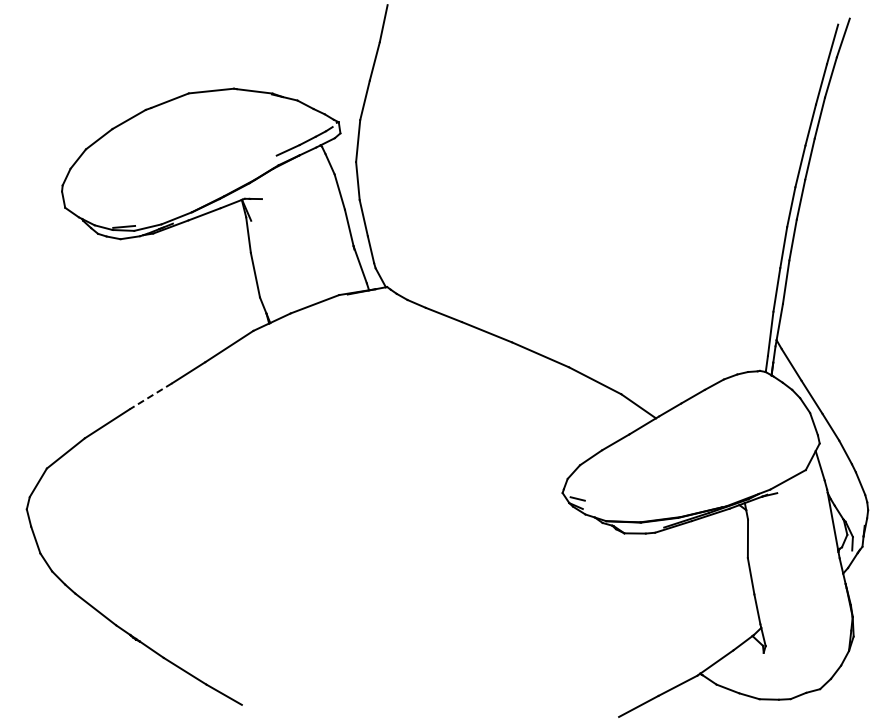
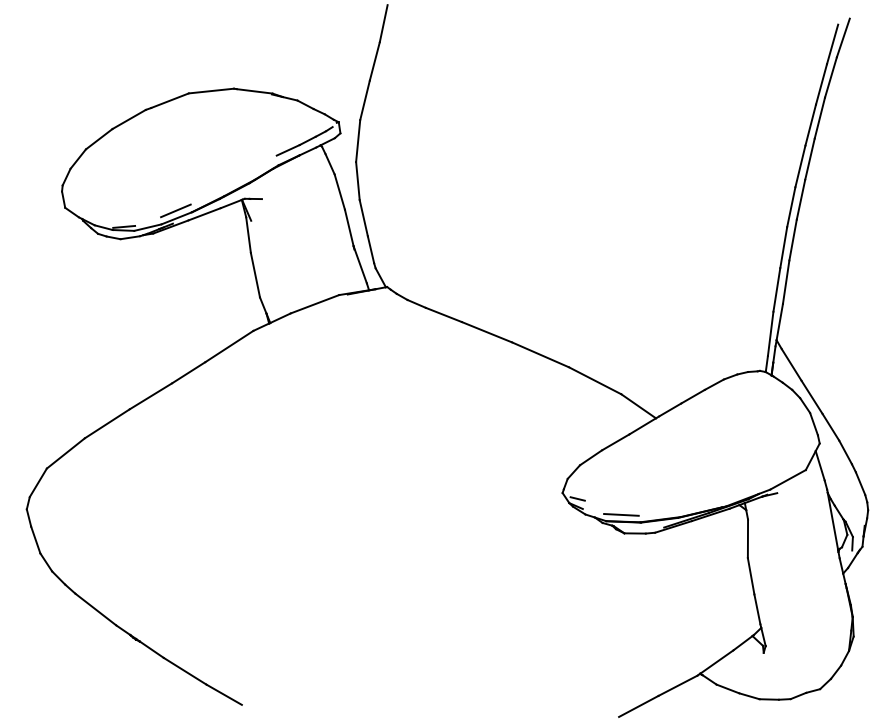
line at (175, 210): none -> present
line at (150, 396): dashed -> solid
line at (621, 514): none -> present
